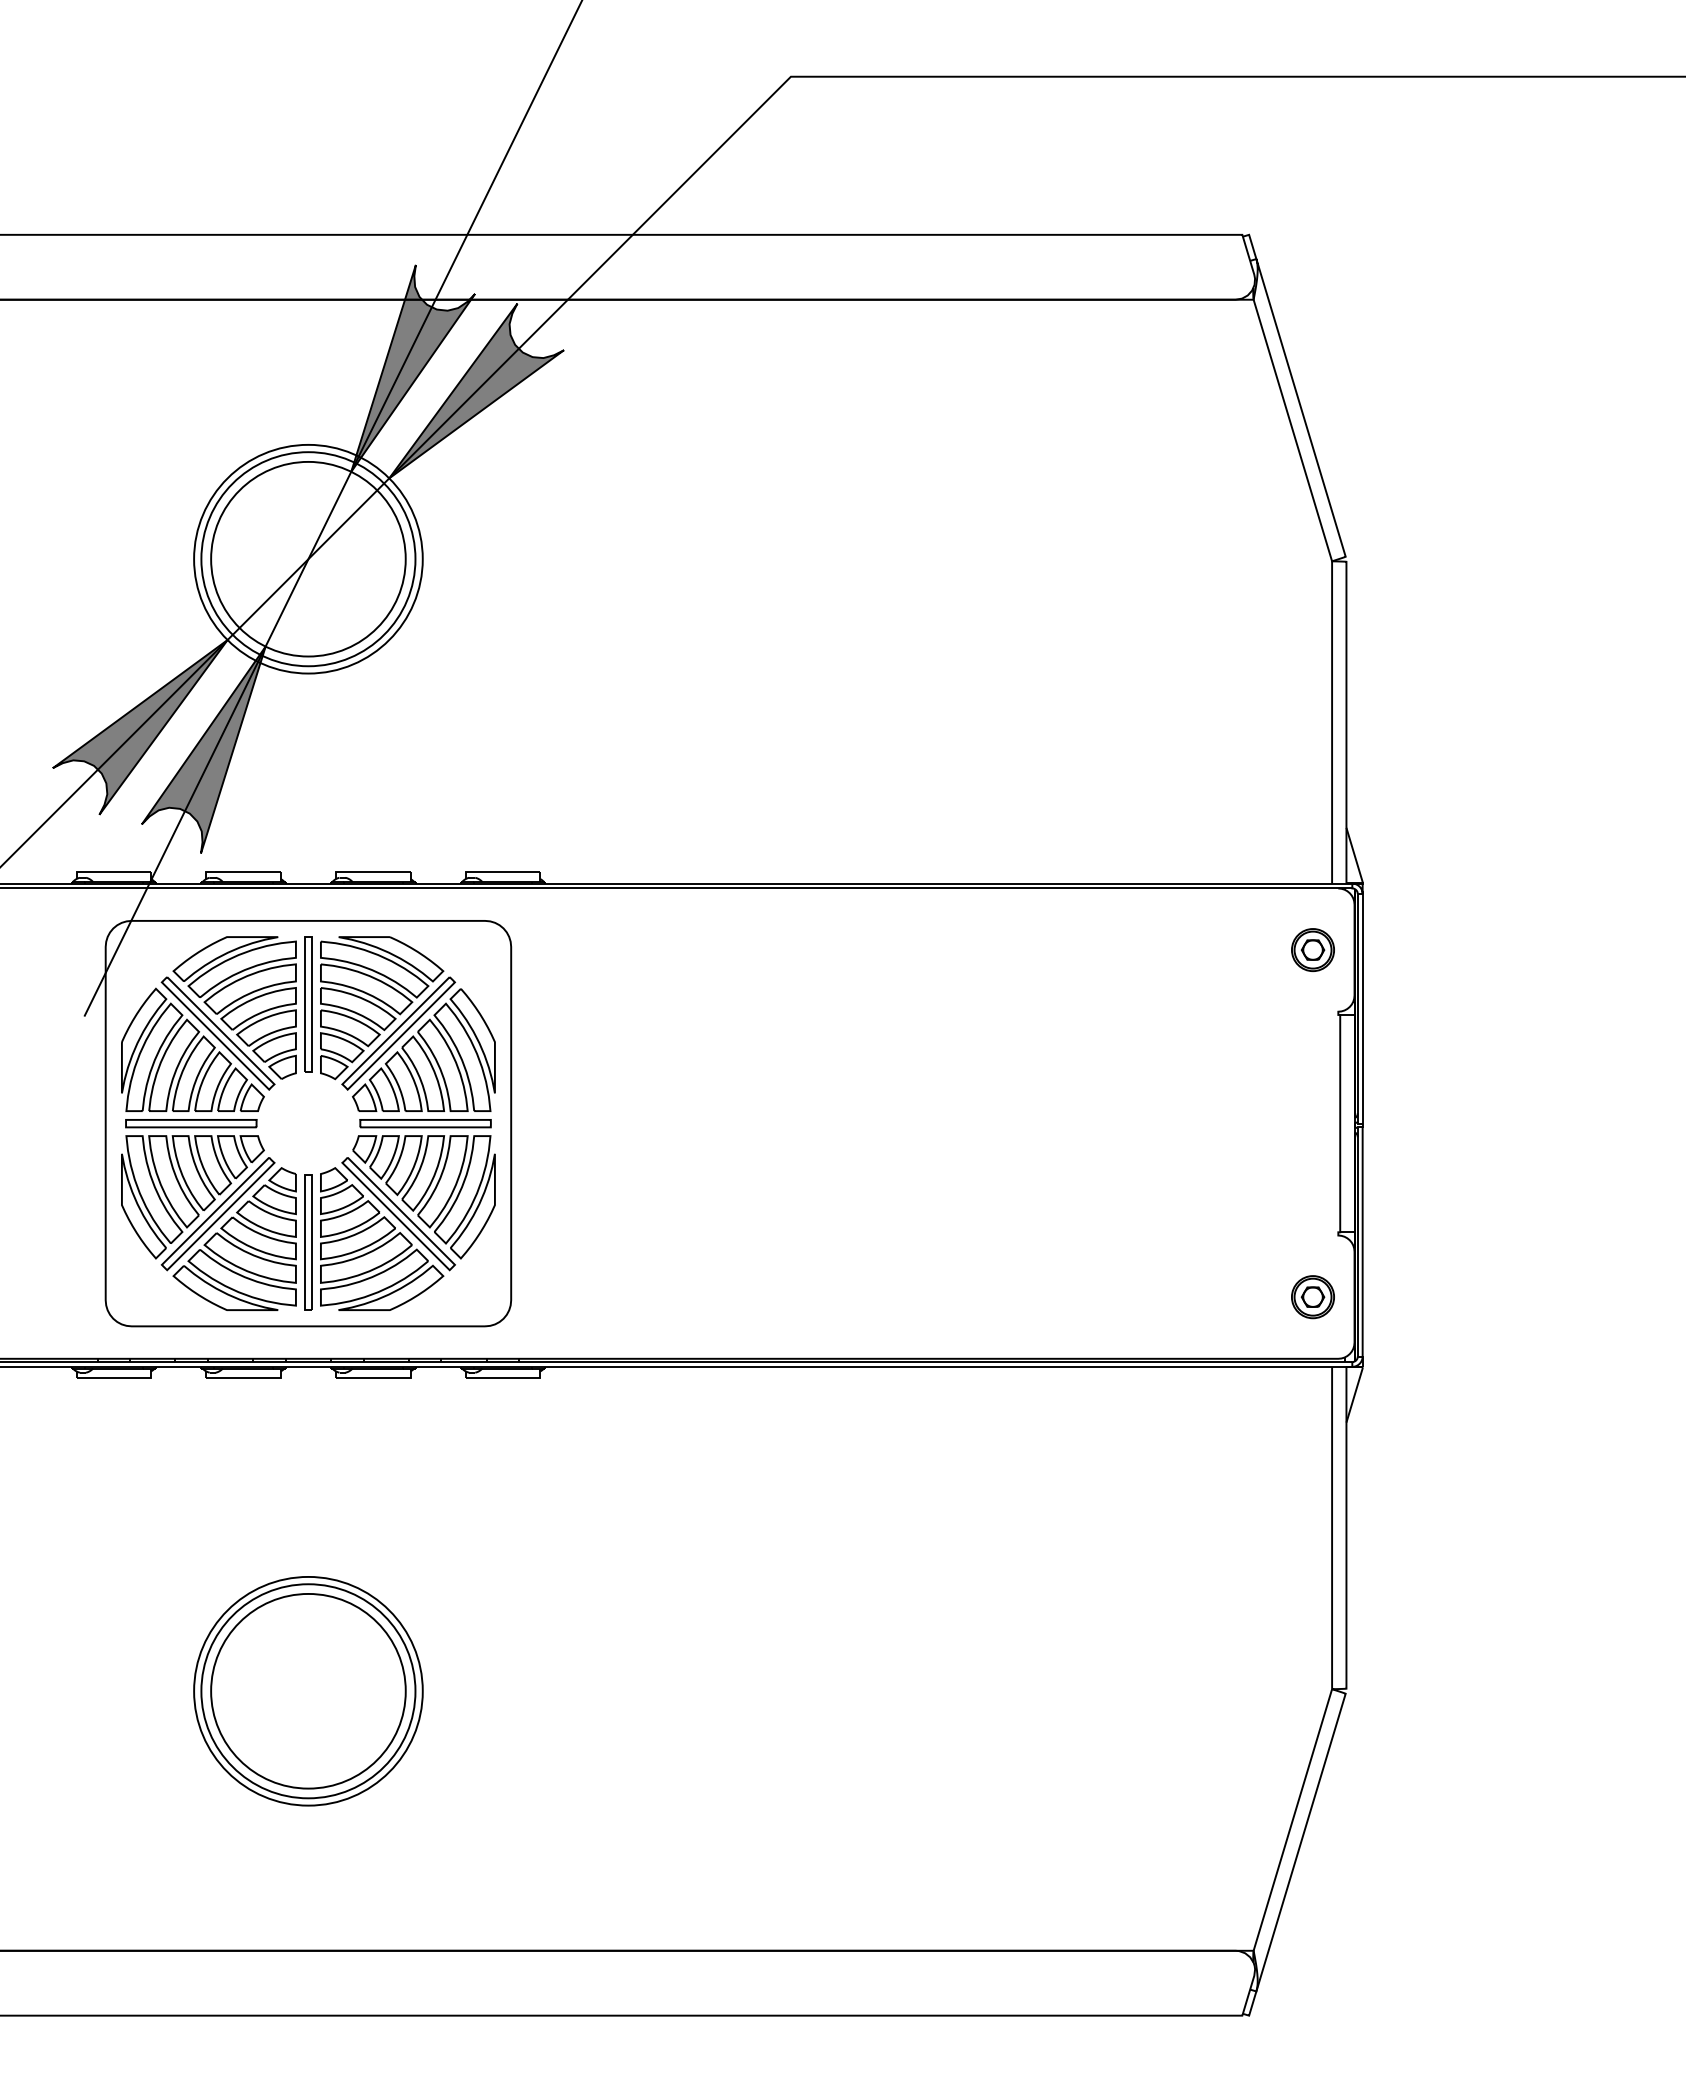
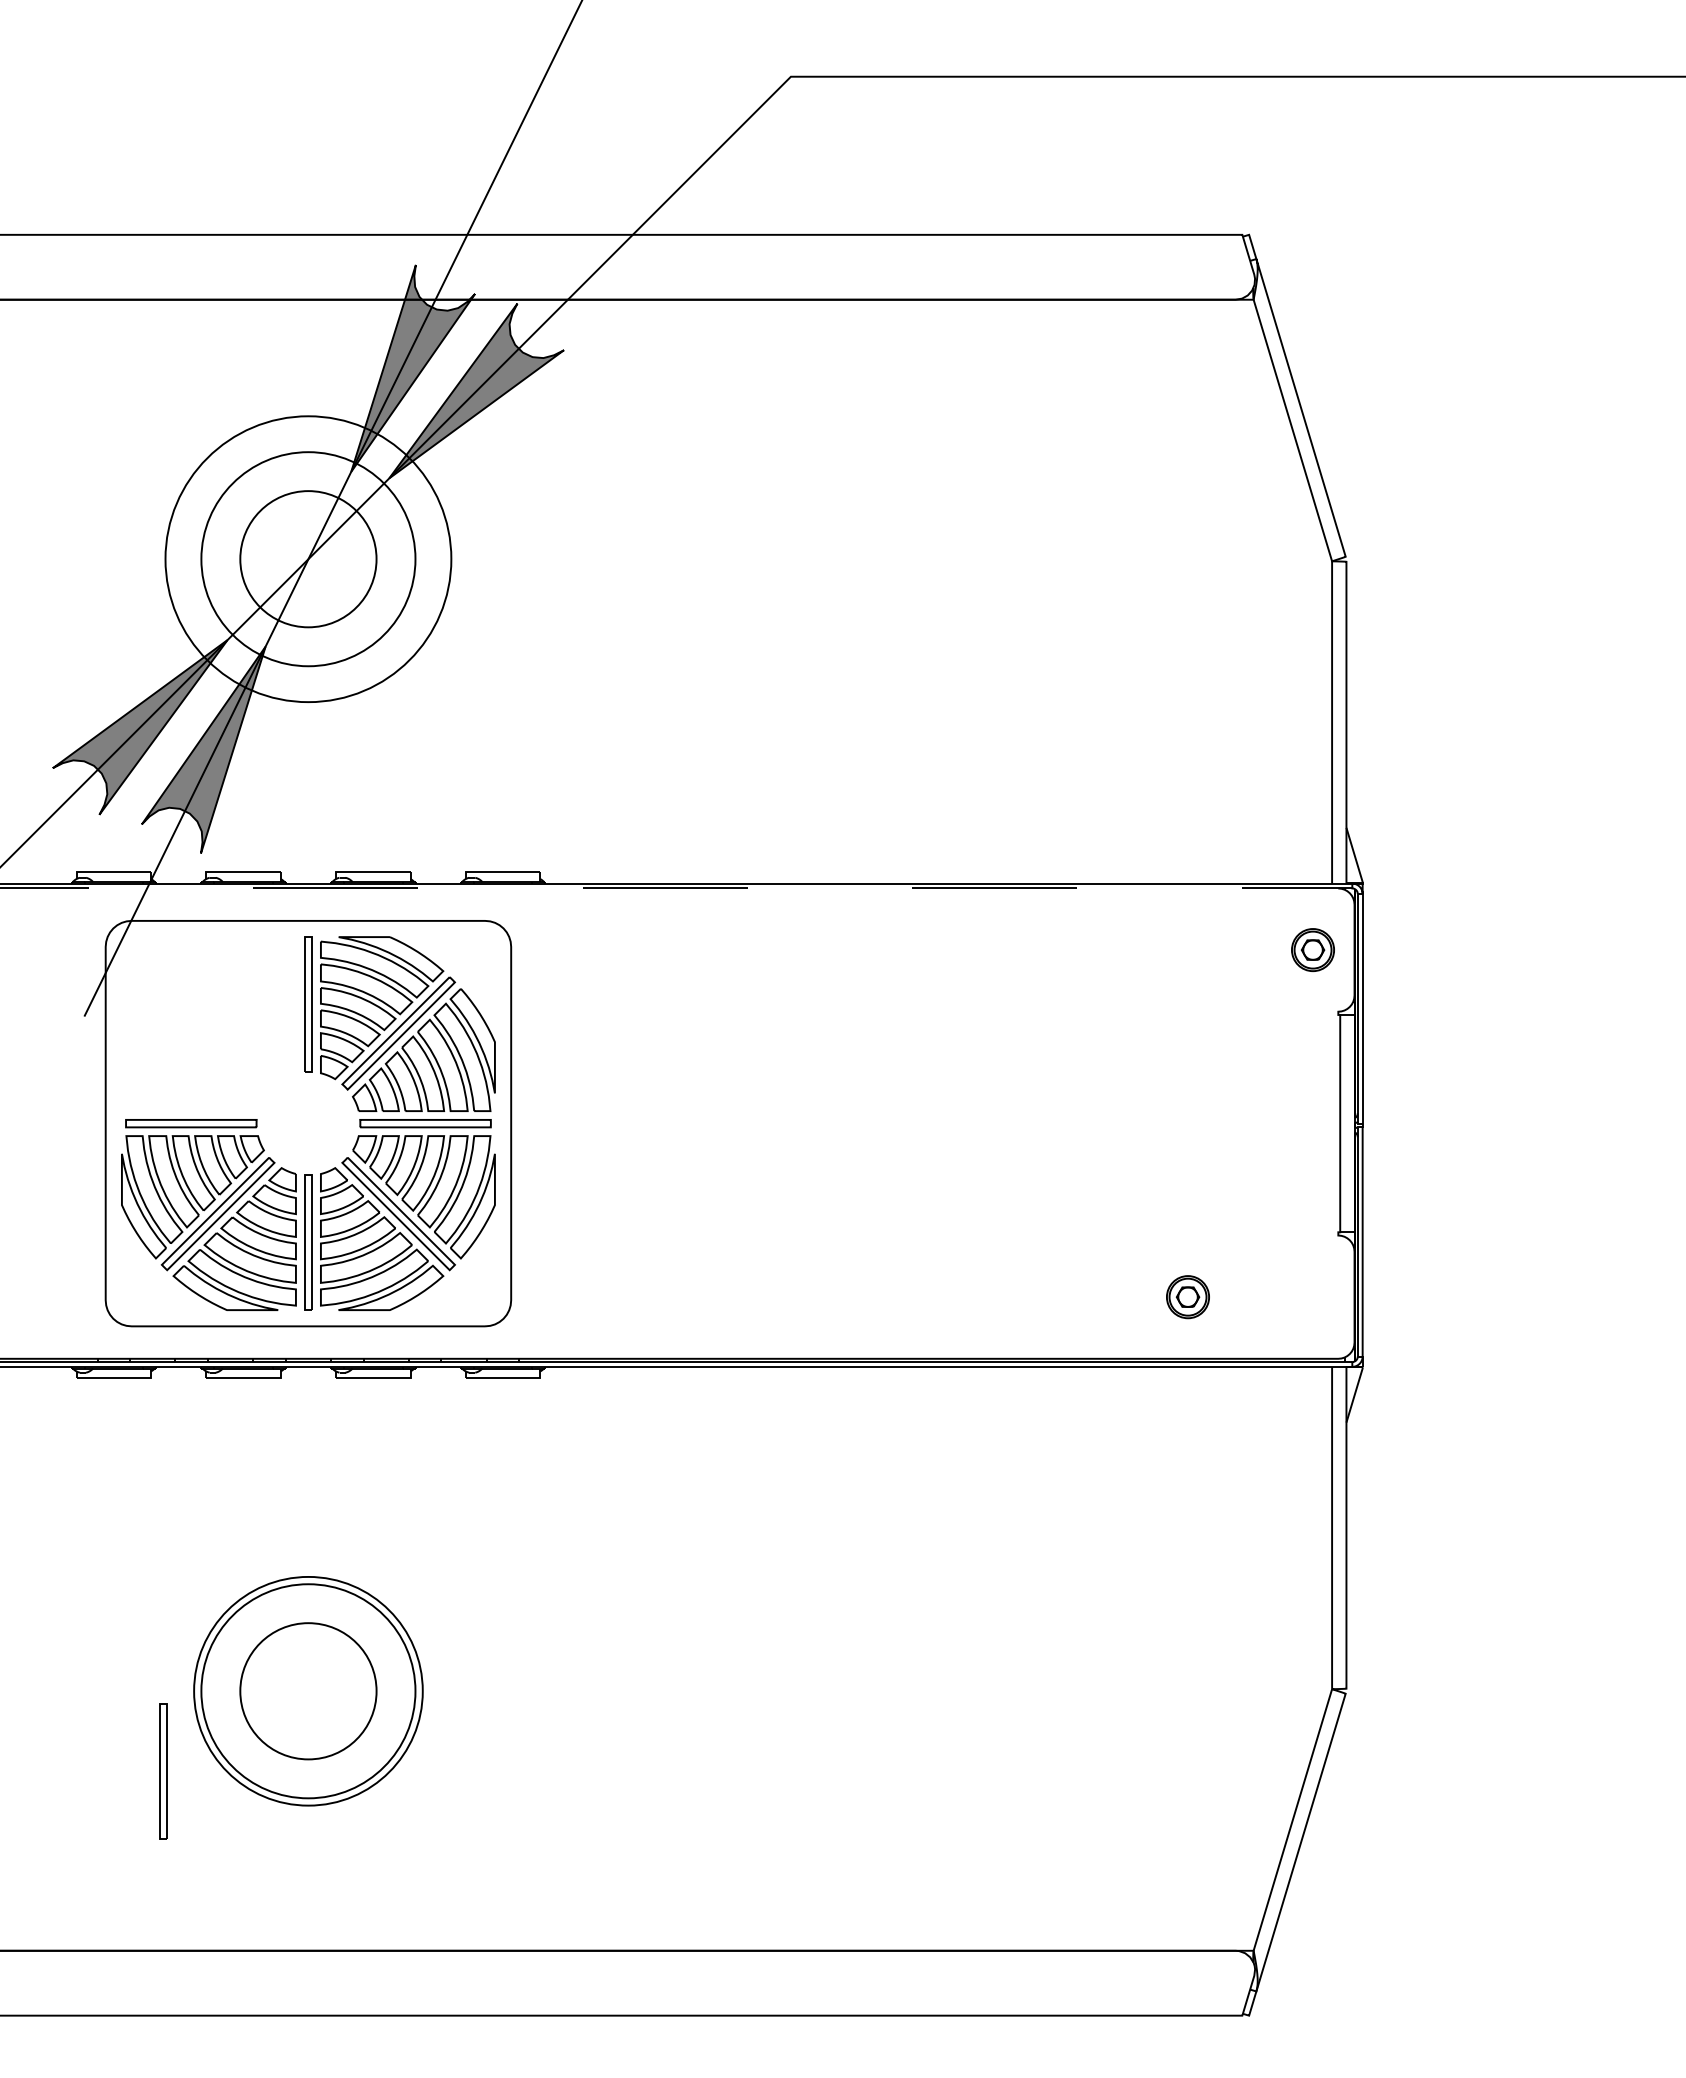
circle at (308, 558) diameter: 195 px -> 136 px
circle at (308, 558) diameter: 229 px -> 286 px
line at (676, 888): solid -> dashed
part at (208, 1023): present -> none
part at (1312, 1297) position: (1312, 1297) -> (1187, 1297)
circle at (308, 1690) diameter: 195 px -> 136 px
part at (163, 1771): none -> present
